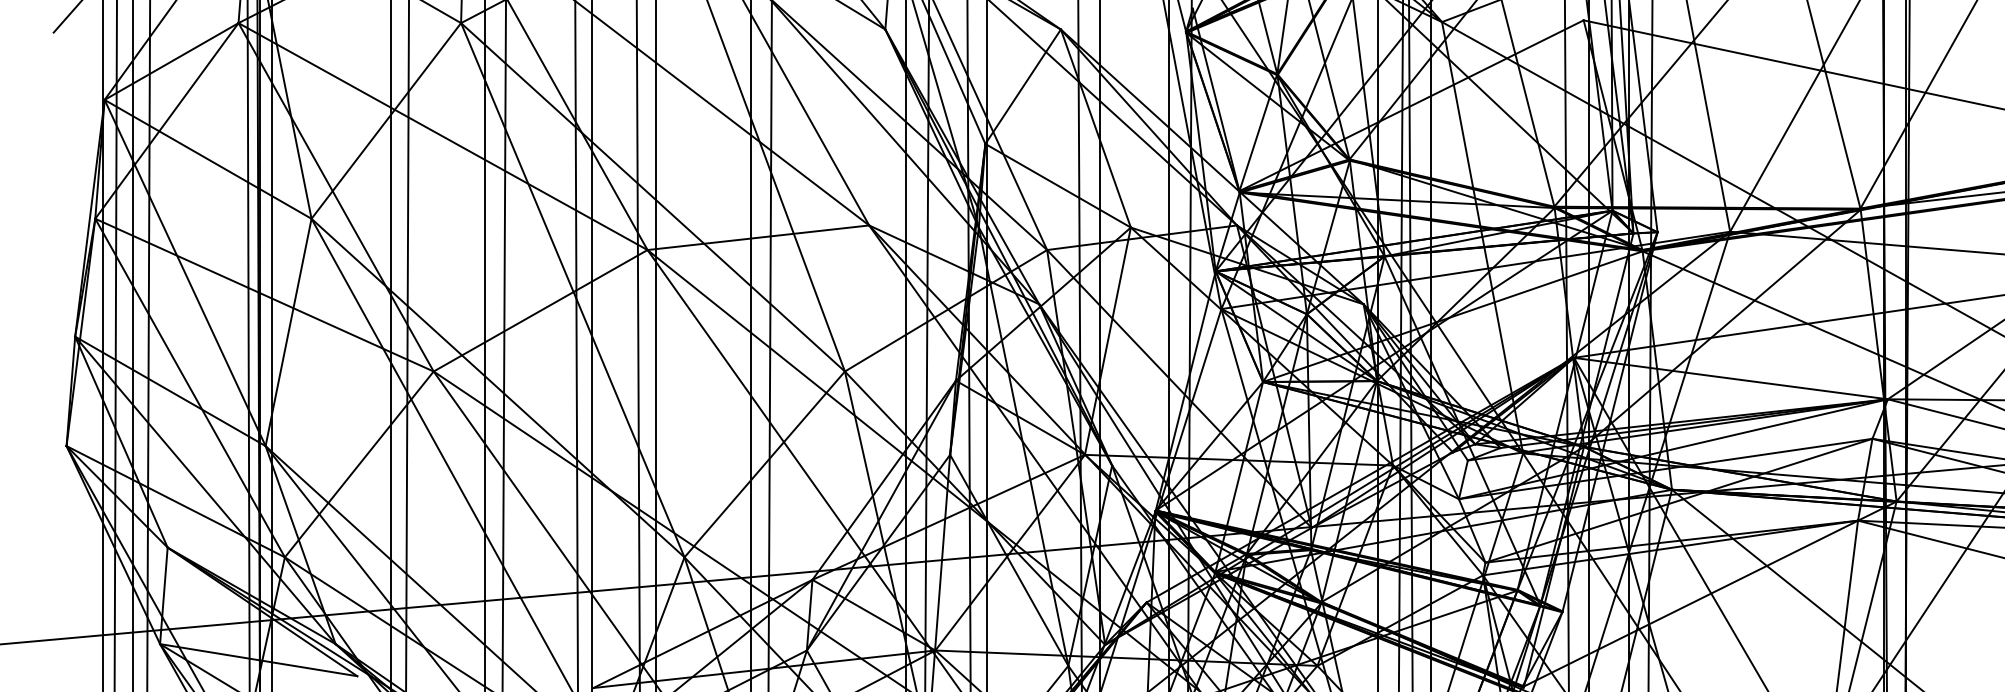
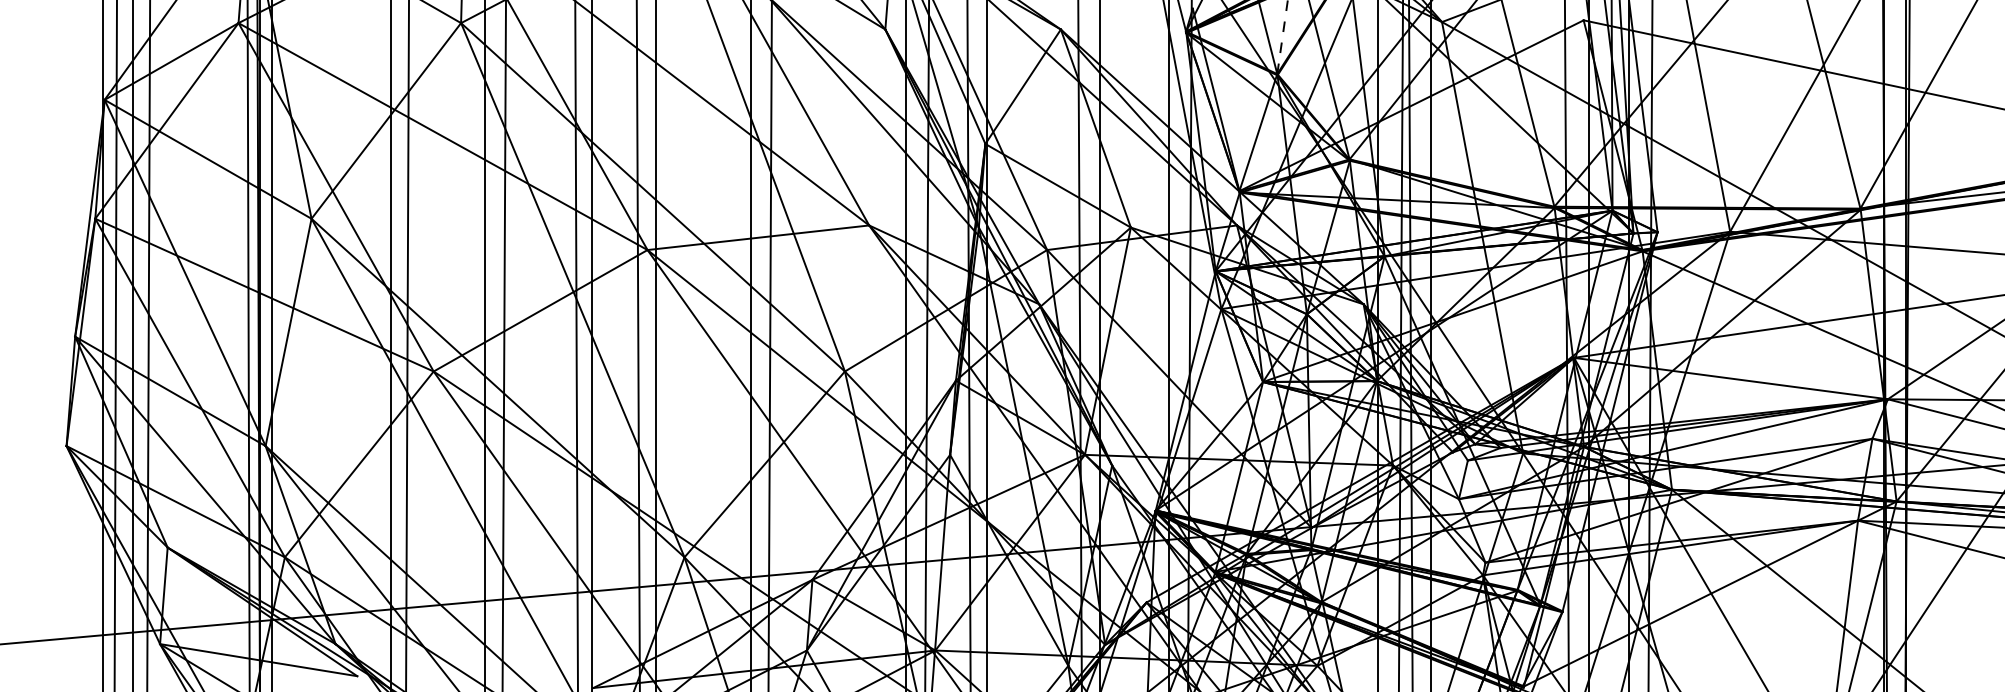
line at (66, 17): present -> none
line at (1282, 37): solid -> dashed
